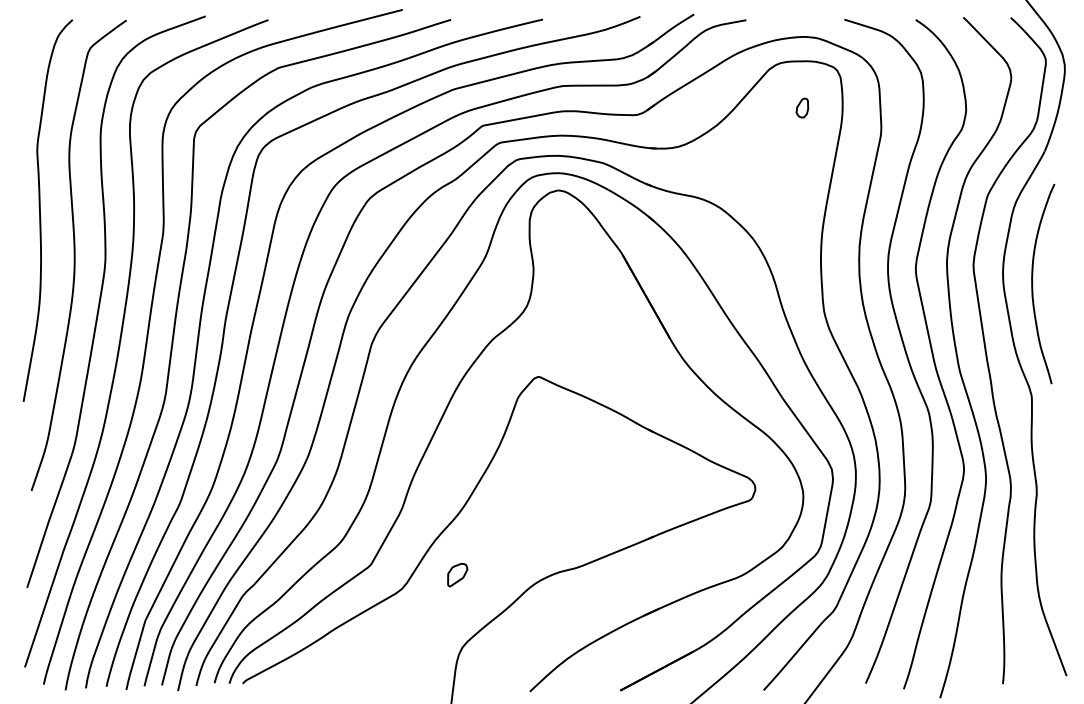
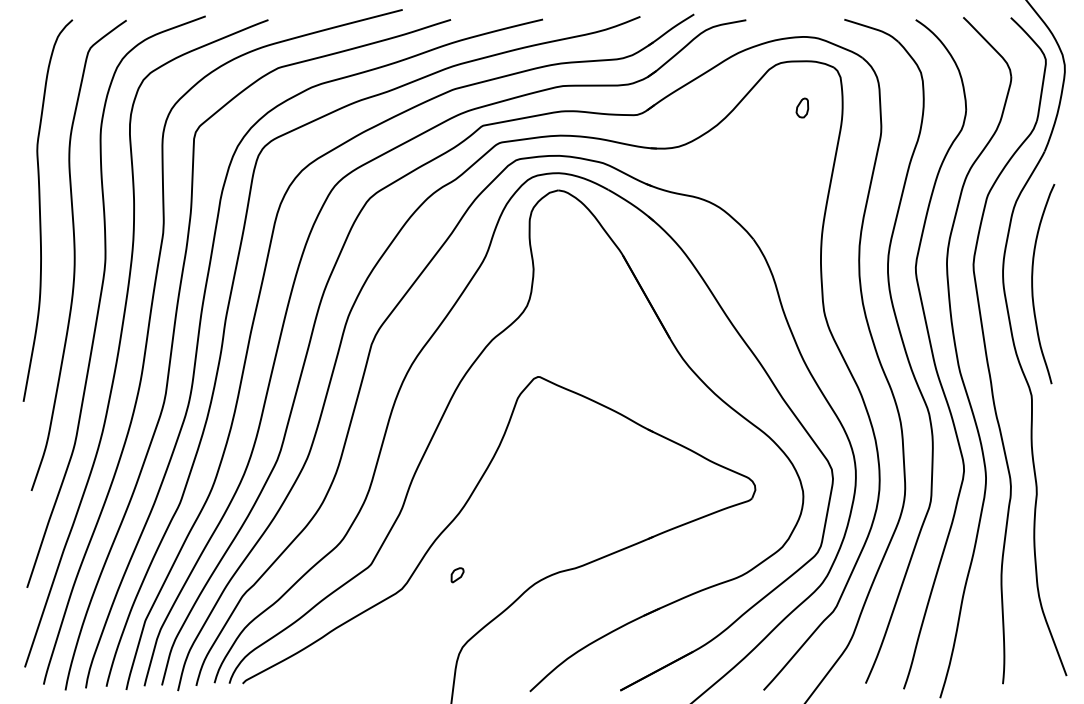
part at (457, 574) size: 22x26 px -> 15x17 px
